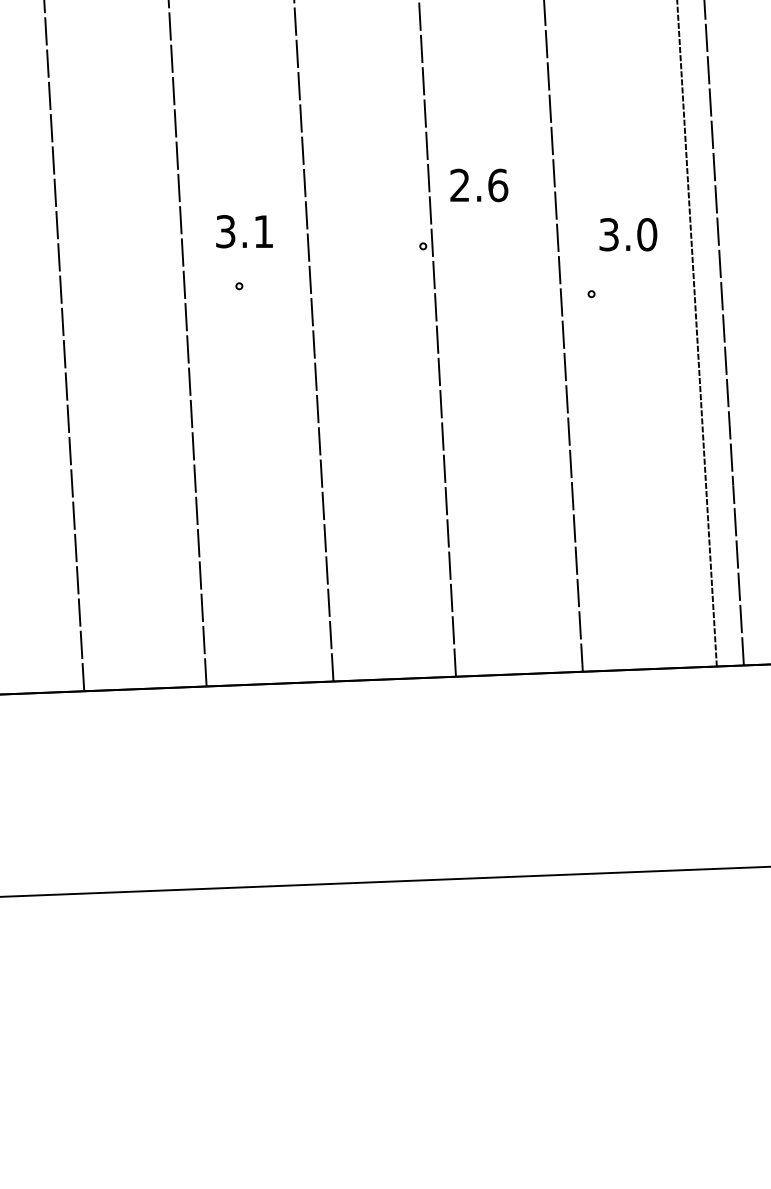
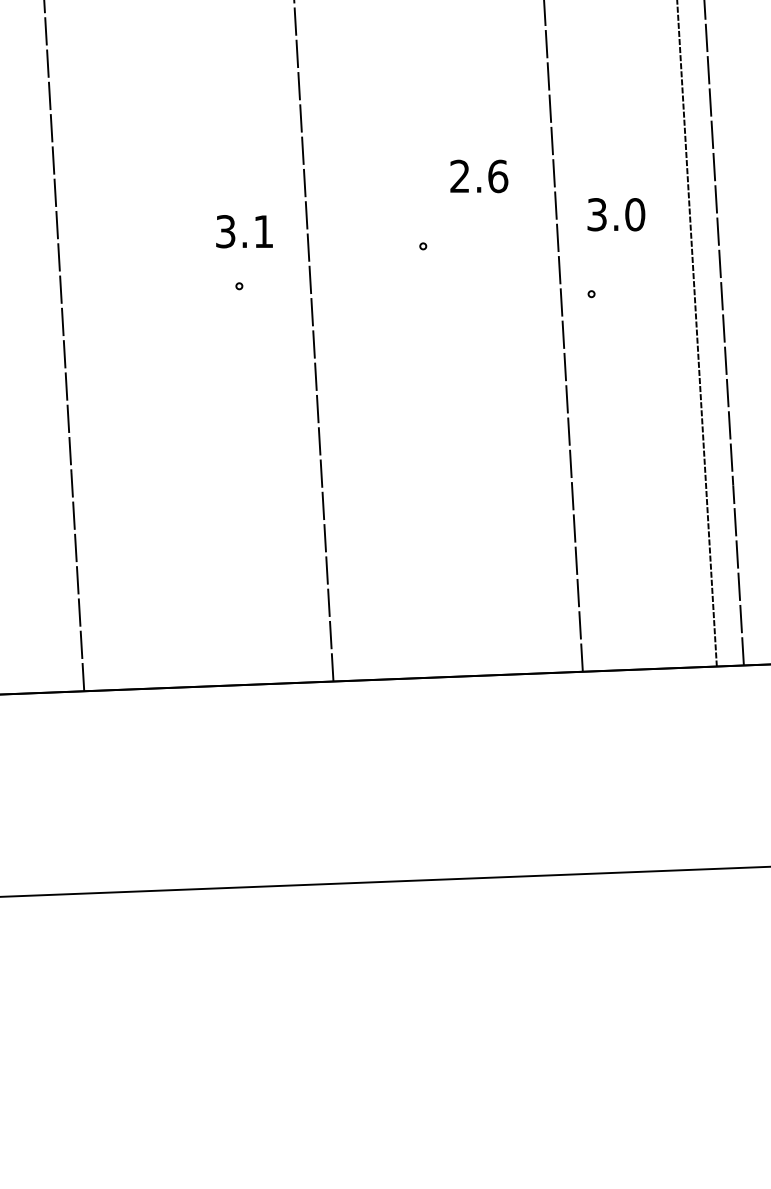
text at (479, 185) position: (479, 185) -> (479, 176)
text at (628, 234) position: (628, 234) -> (616, 214)
line at (437, 339): present -> none
line at (187, 344): present -> none
